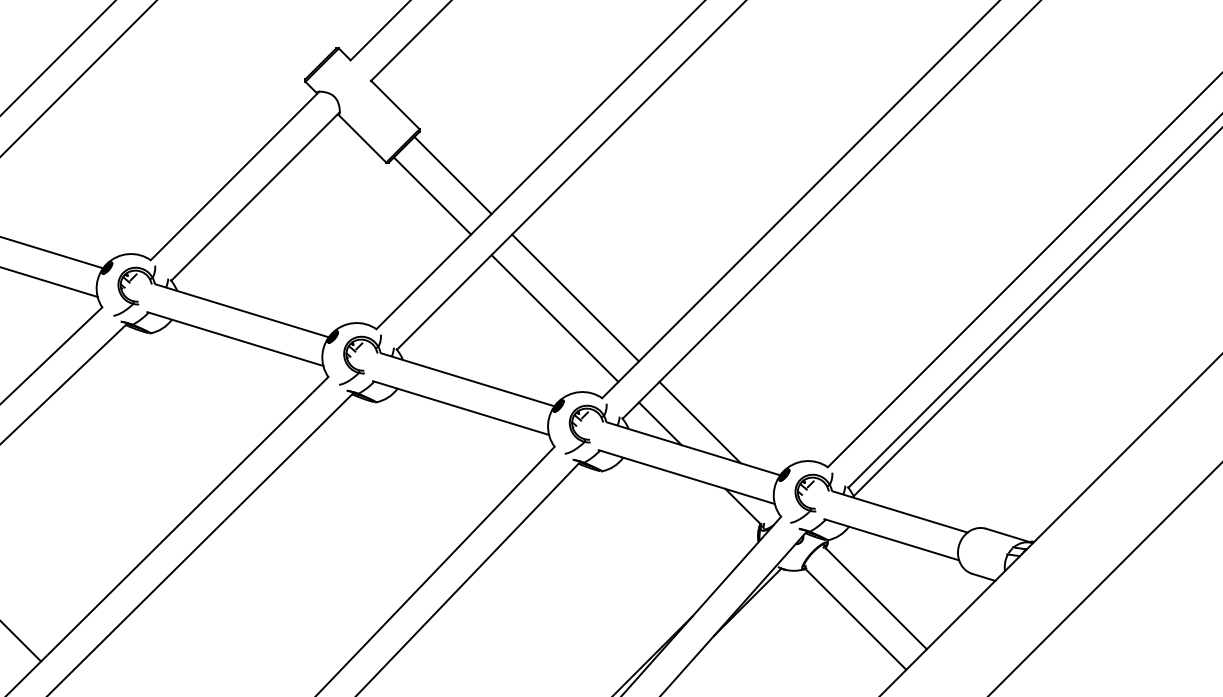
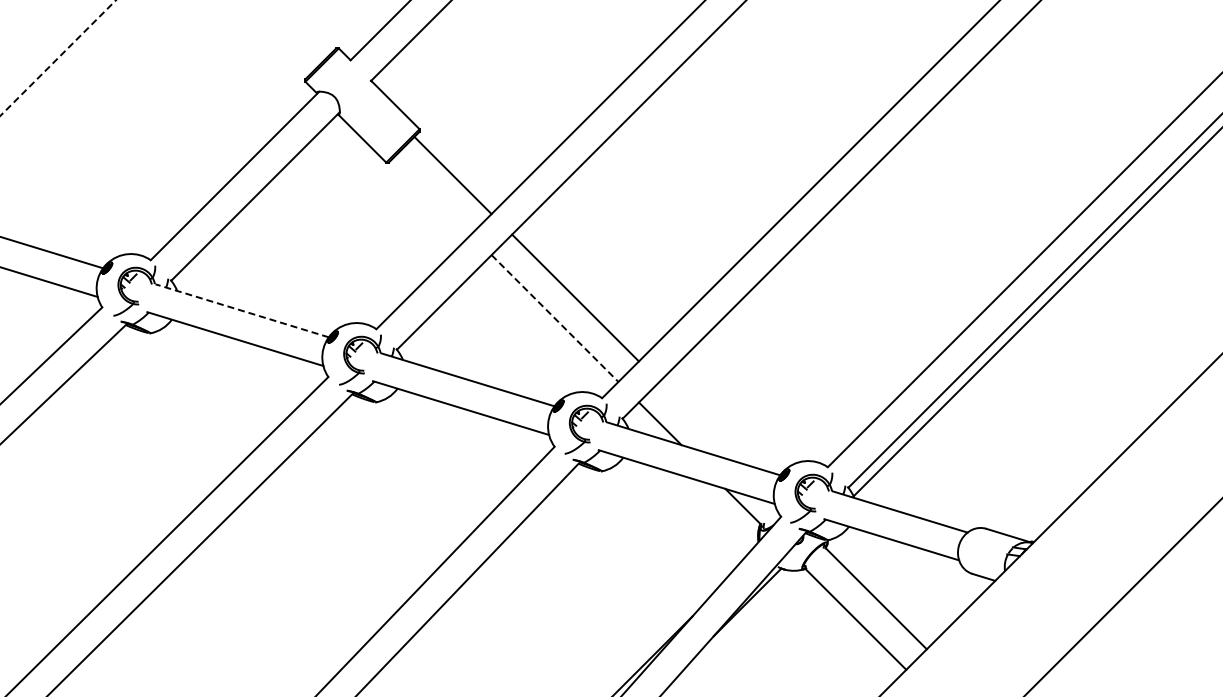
line at (57, 58): solid -> dashed
line at (78, 78): present -> none
line at (432, 195): present -> none
line at (242, 310): solid -> dashed
line at (555, 318): solid -> dashed
line at (699, 422): present -> none
line at (1104, 578) position: (1104, 578) -> (1123, 597)
line at (21, 641): present -> none
